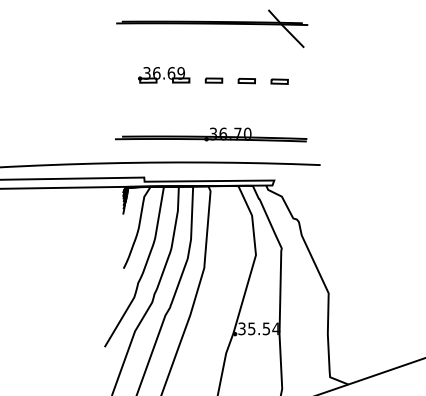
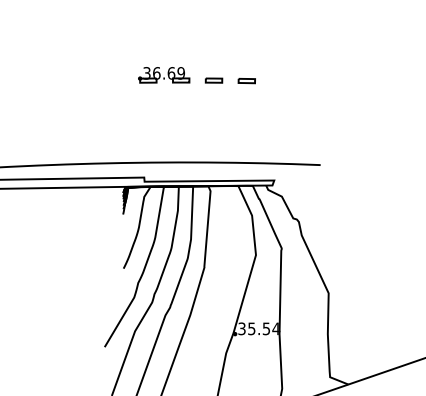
part at (212, 28): present -> none
part at (279, 81): present -> none
part at (211, 134): present -> none
